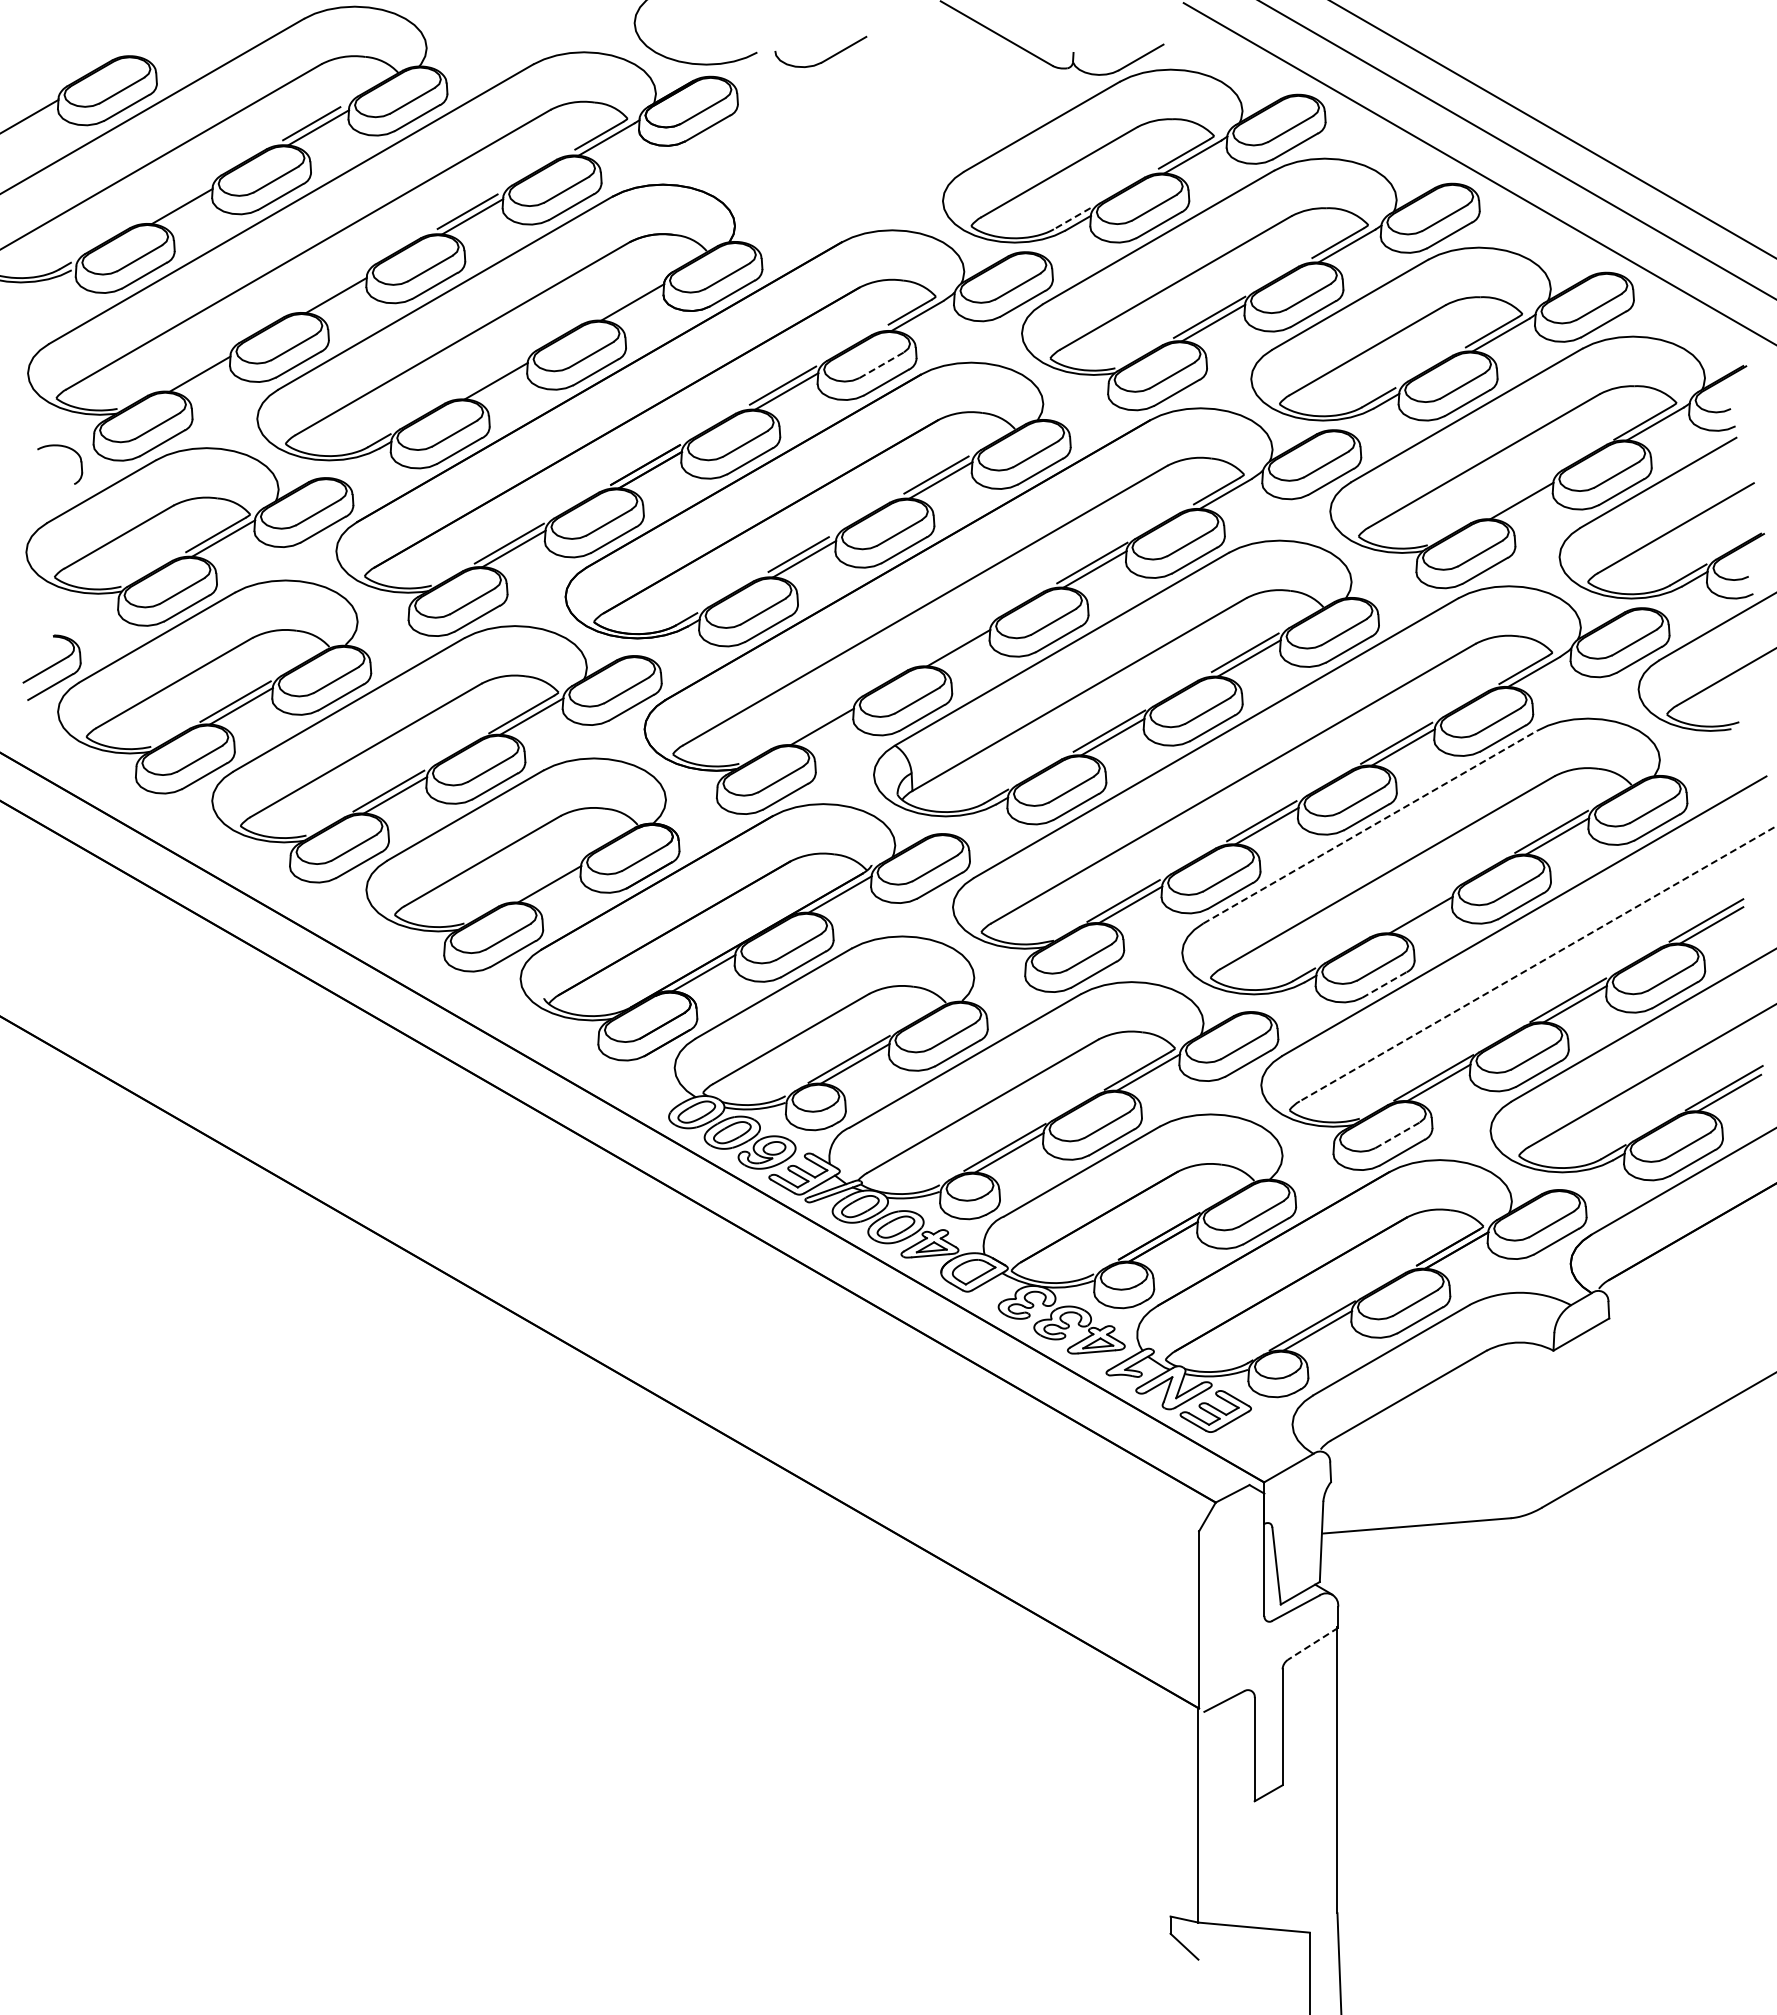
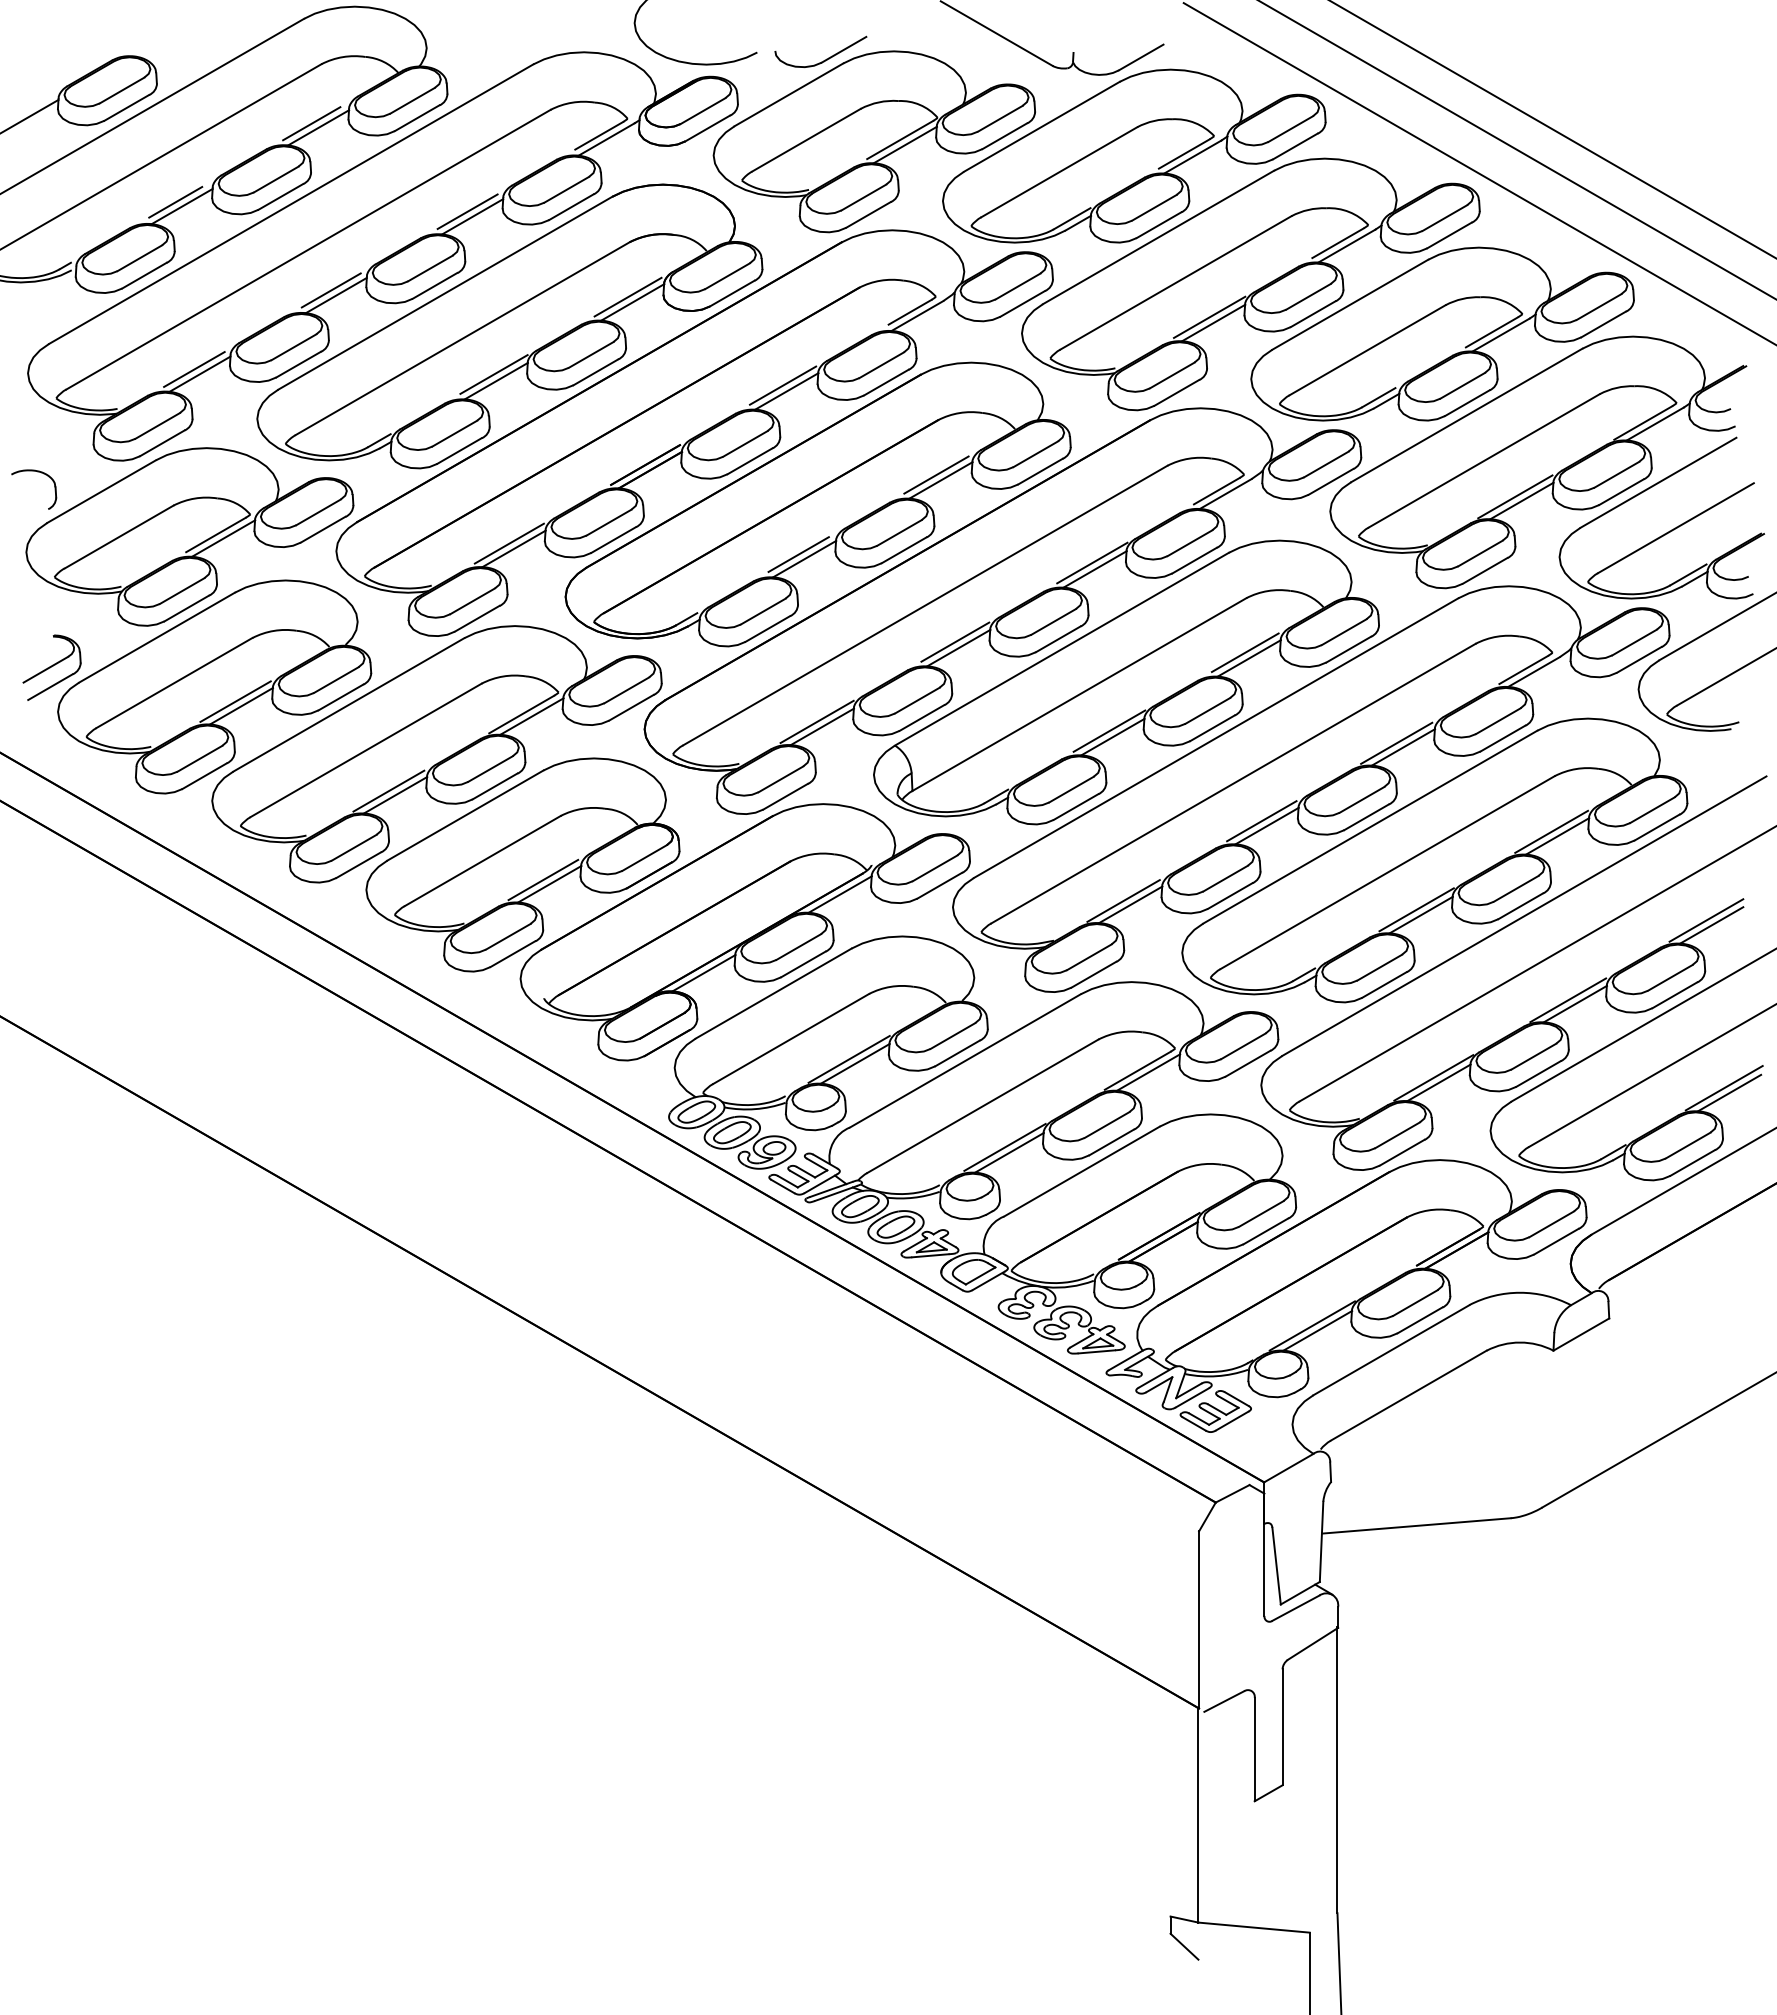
part at (873, 141): none -> present
line at (175, 201): none -> present
line at (1071, 218): dashed -> solid
line at (330, 290): none -> present
line at (627, 296): none -> present
line at (881, 365): dashed -> solid
line at (194, 369): none -> present
line at (493, 374): none -> present
part at (63, 447) position: (63, 447) -> (37, 472)
line at (1515, 496): none -> present
line at (955, 641): none -> present
line at (816, 721): none -> present
line at (1370, 827): dashed -> solid
line at (543, 879): none -> present
line at (1416, 909): none -> present
line at (1537, 964): dashed -> solid
line at (1384, 985): dashed -> solid
line at (1397, 1135): dashed -> solid
line at (1312, 1643): dashed -> solid
